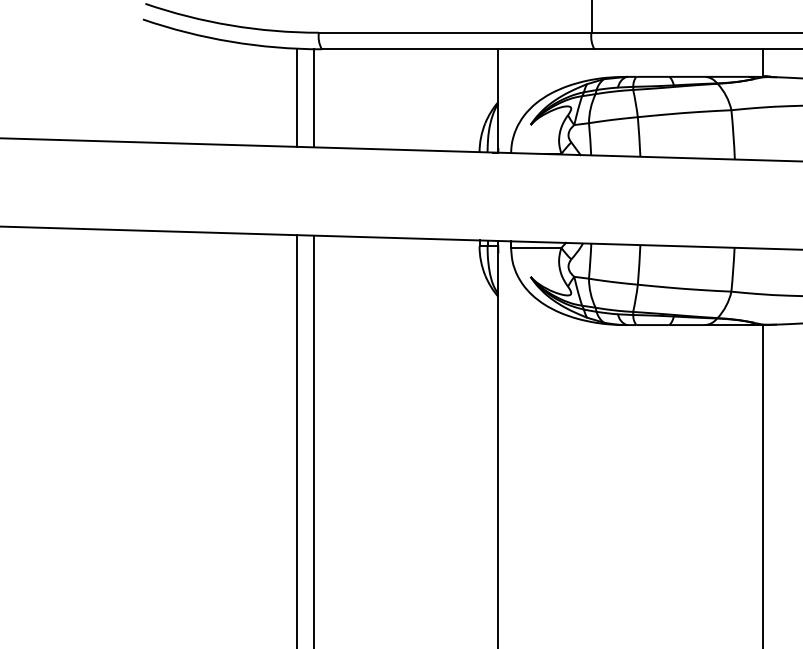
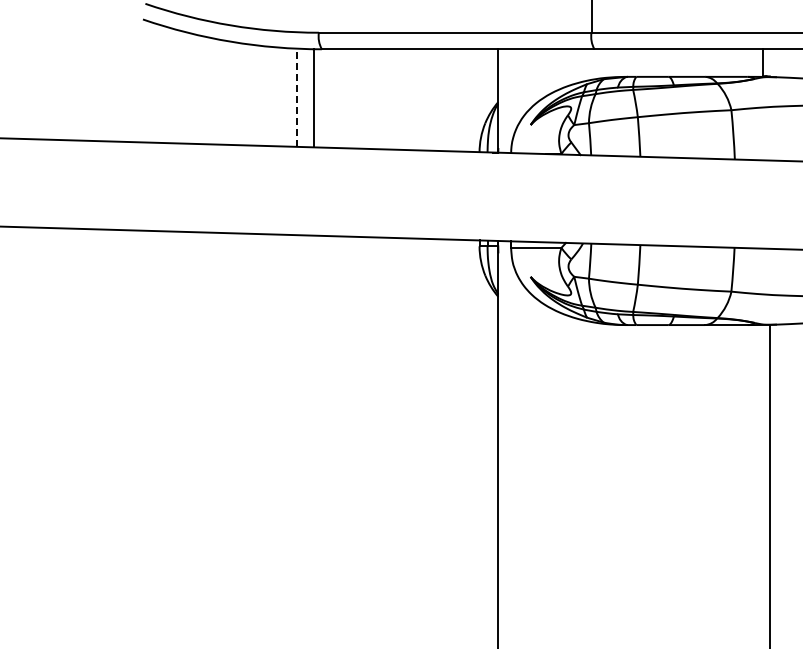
line at (297, 97): solid -> dashed
line at (297, 440): present -> none
line at (313, 440): present -> none
line at (763, 484) position: (763, 484) -> (770, 484)
